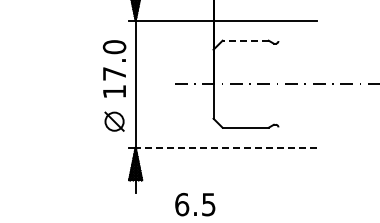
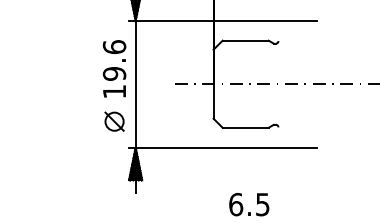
line at (245, 40): dashed -> solid
text at (114, 60): 17.0 -> 19.6
line at (226, 147): dashed -> solid
text at (195, 204) position: (195, 204) -> (249, 204)
